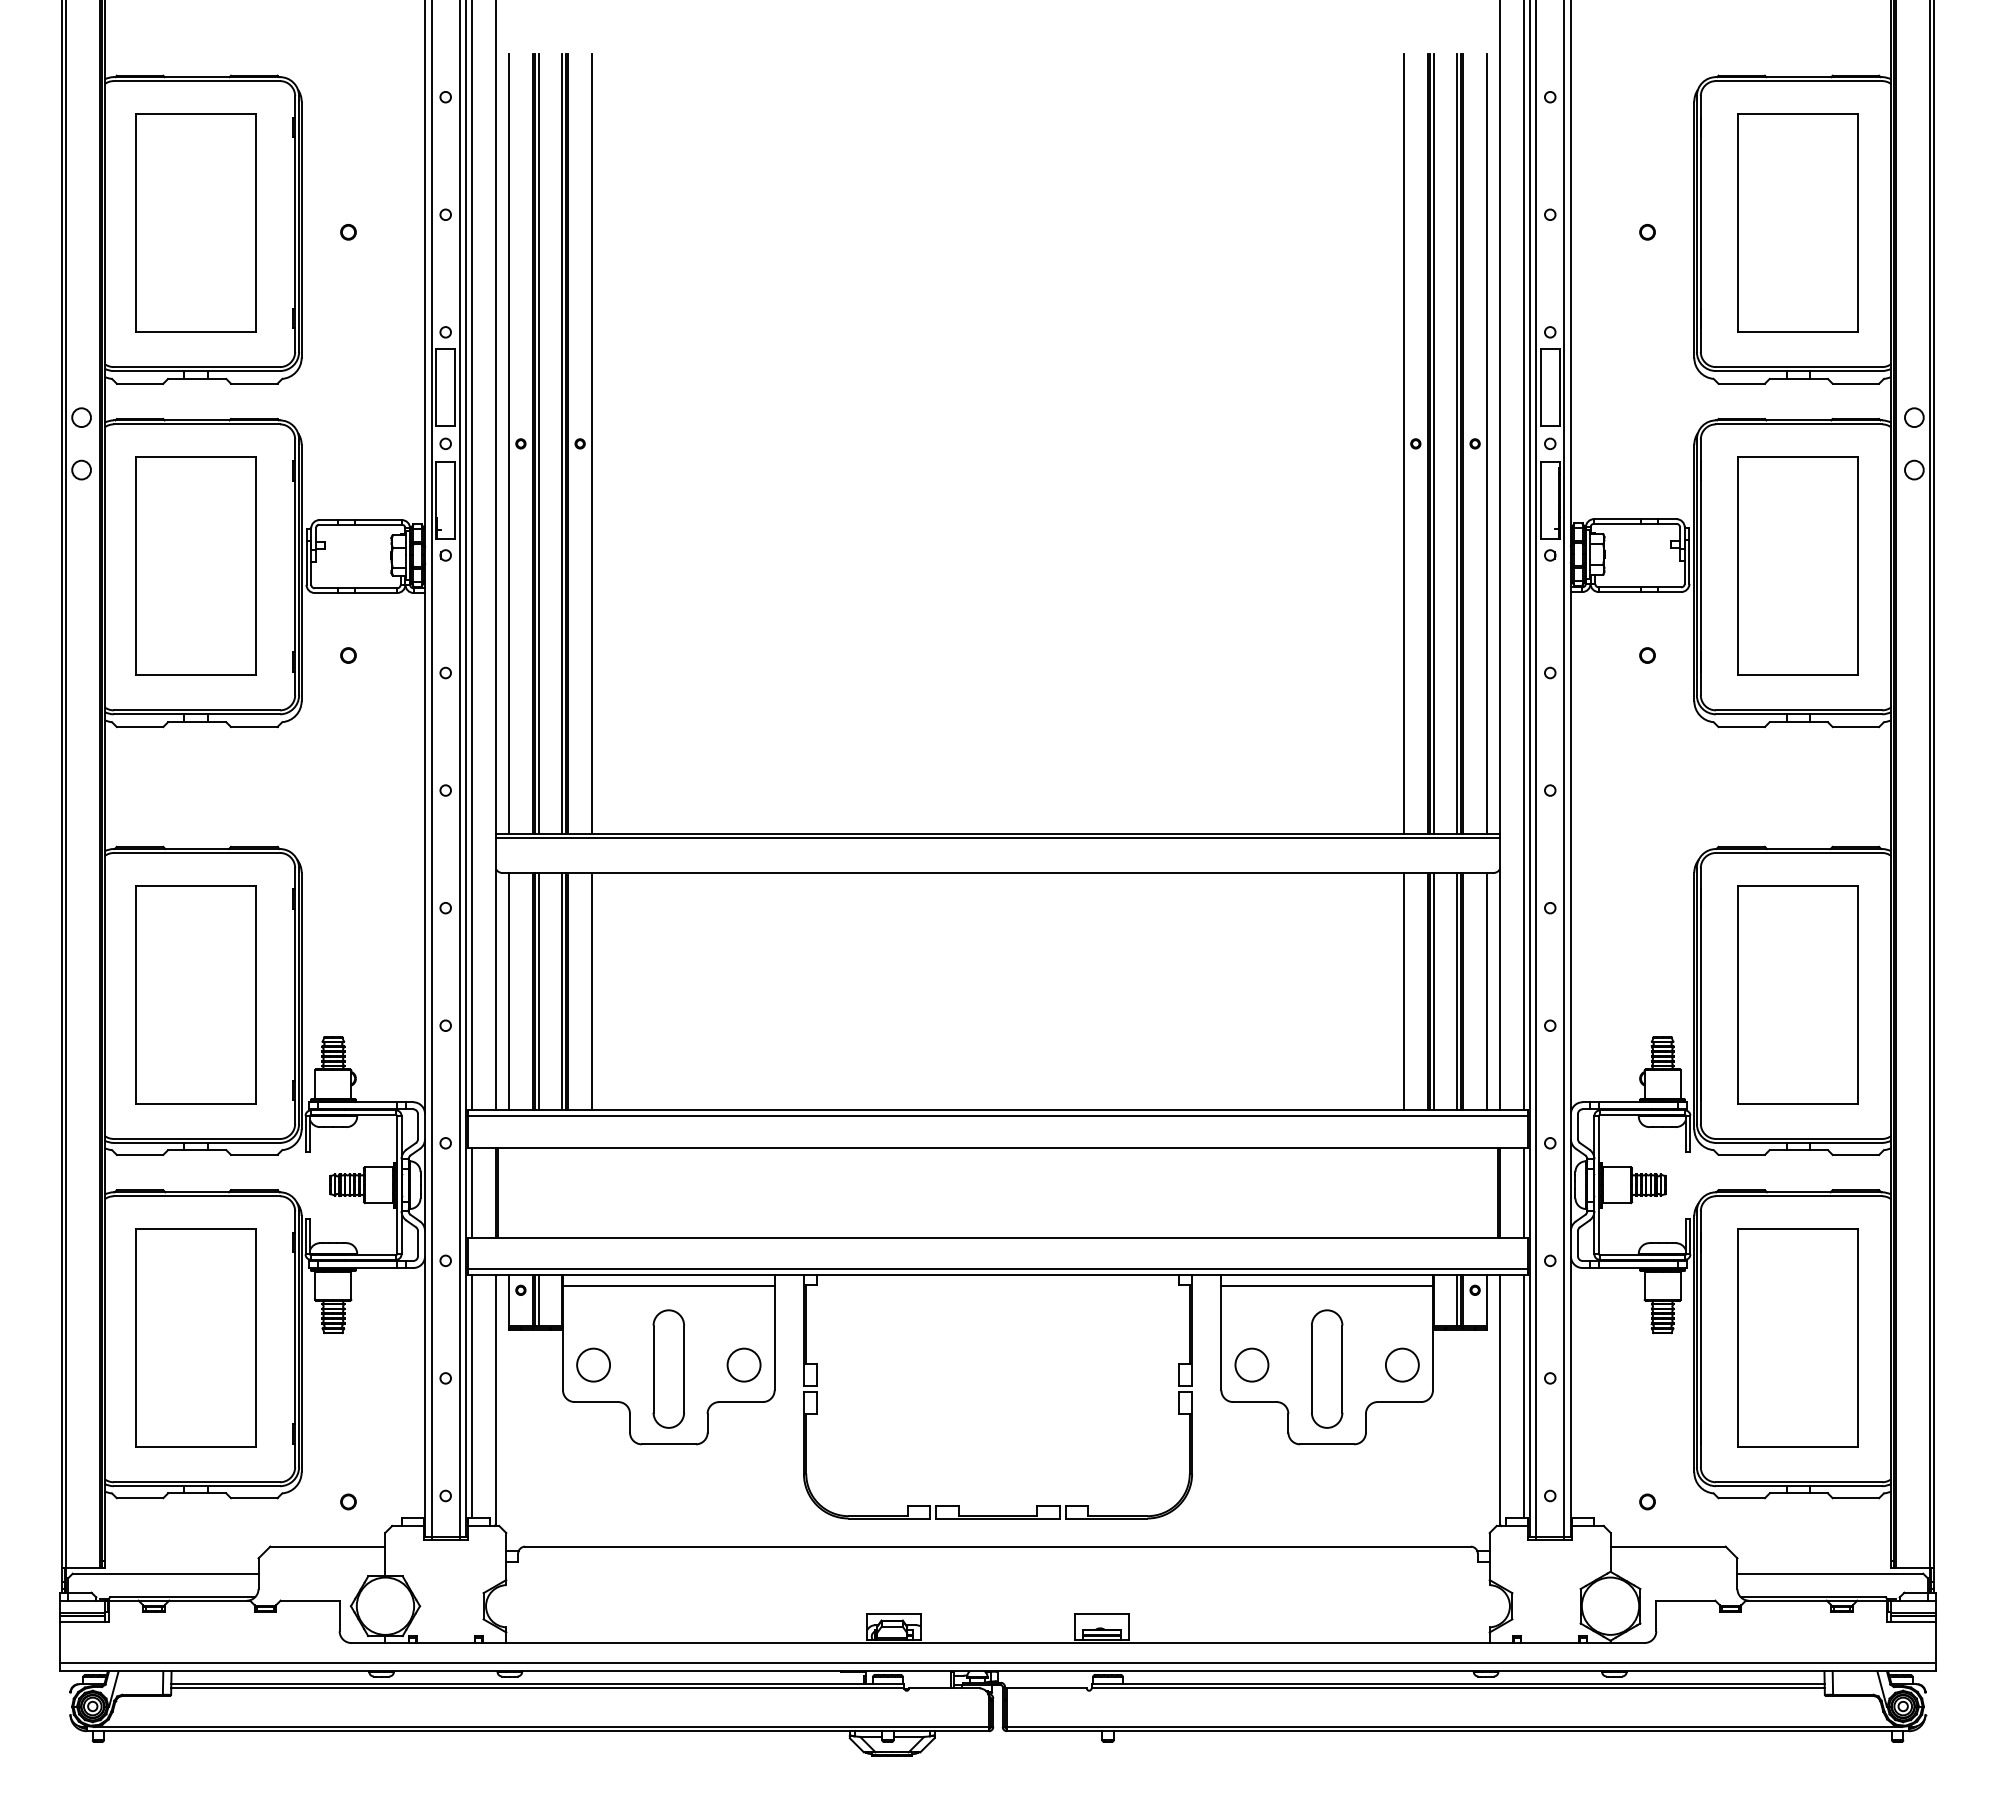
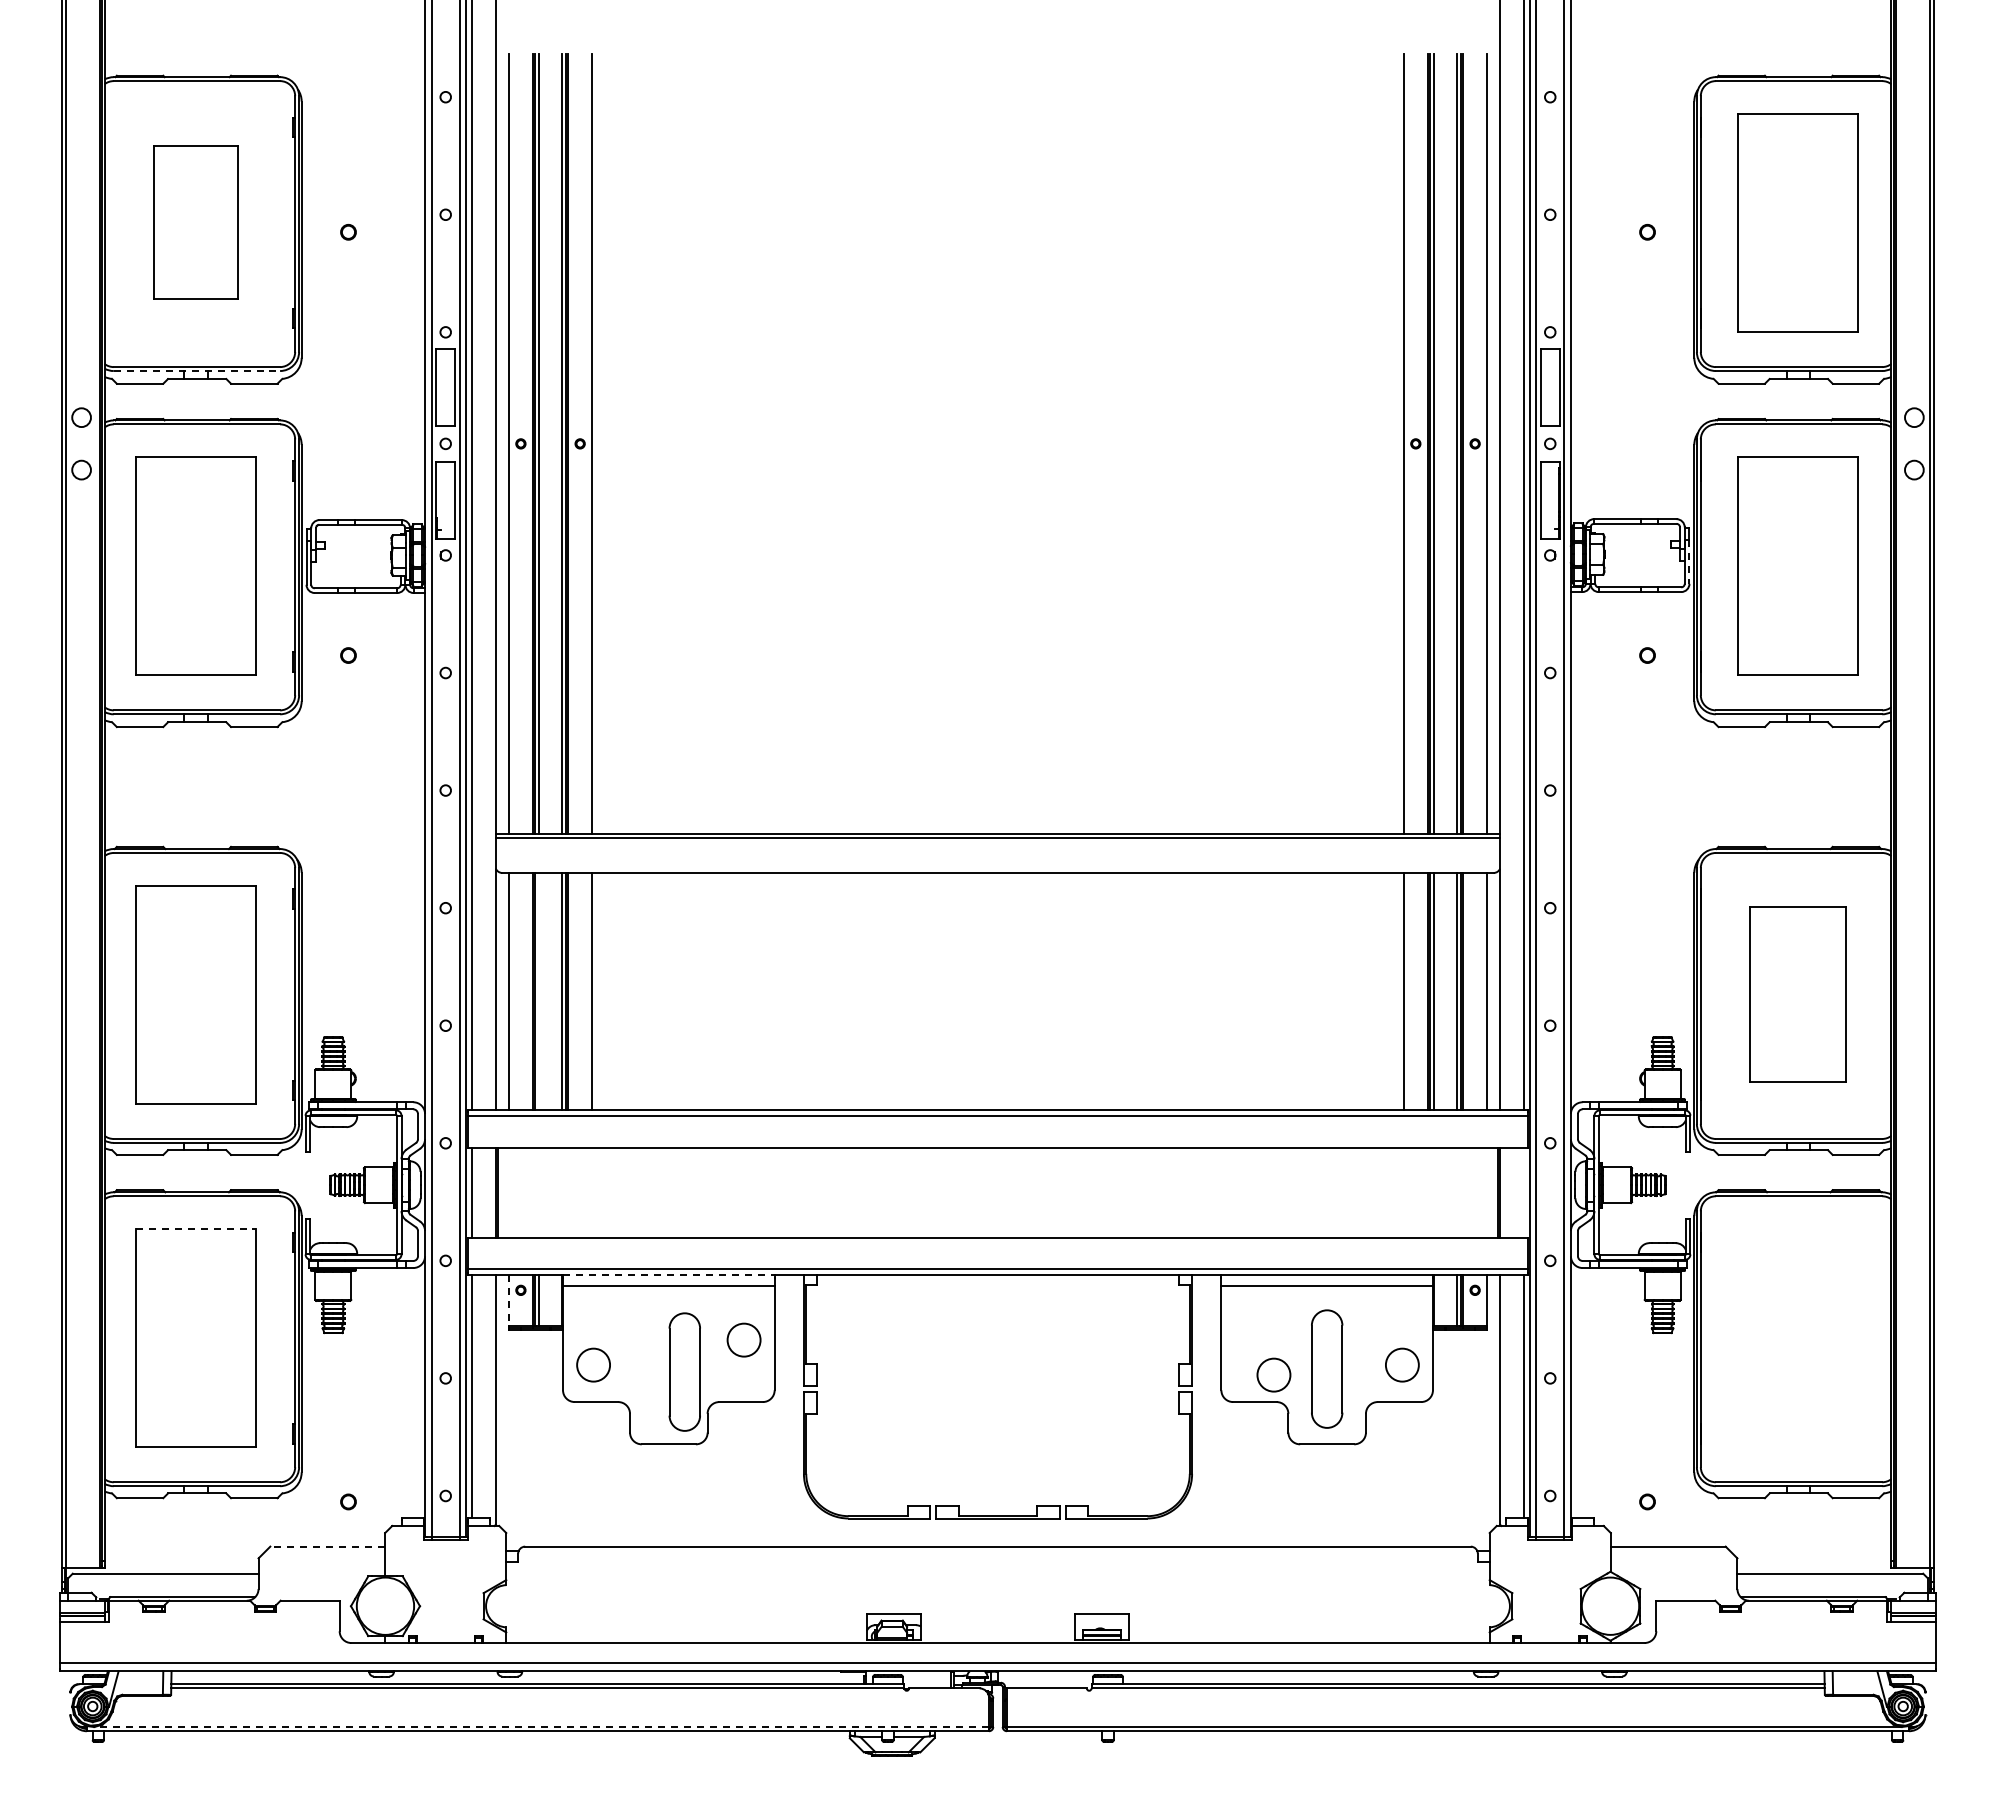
part at (195, 222) size: 122x220 px -> 86x155 px
line at (197, 371): solid -> dashed
line at (1689, 562): solid -> dashed
line at (538, 991): present -> none
part at (1797, 994) size: 122x220 px -> 98x177 px
line at (1523, 1192): present -> none
line at (196, 1228): solid -> dashed
line at (668, 1275): solid -> dashed
line at (509, 1300): solid -> dashed
part at (1797, 1337): present -> none
circle at (743, 1364) position: (743, 1364) -> (743, 1339)
circle at (1251, 1364) position: (1251, 1364) -> (1273, 1374)
part at (668, 1368) position: (668, 1368) -> (684, 1371)
line at (327, 1546): solid -> dashed
line at (541, 1726): solid -> dashed
